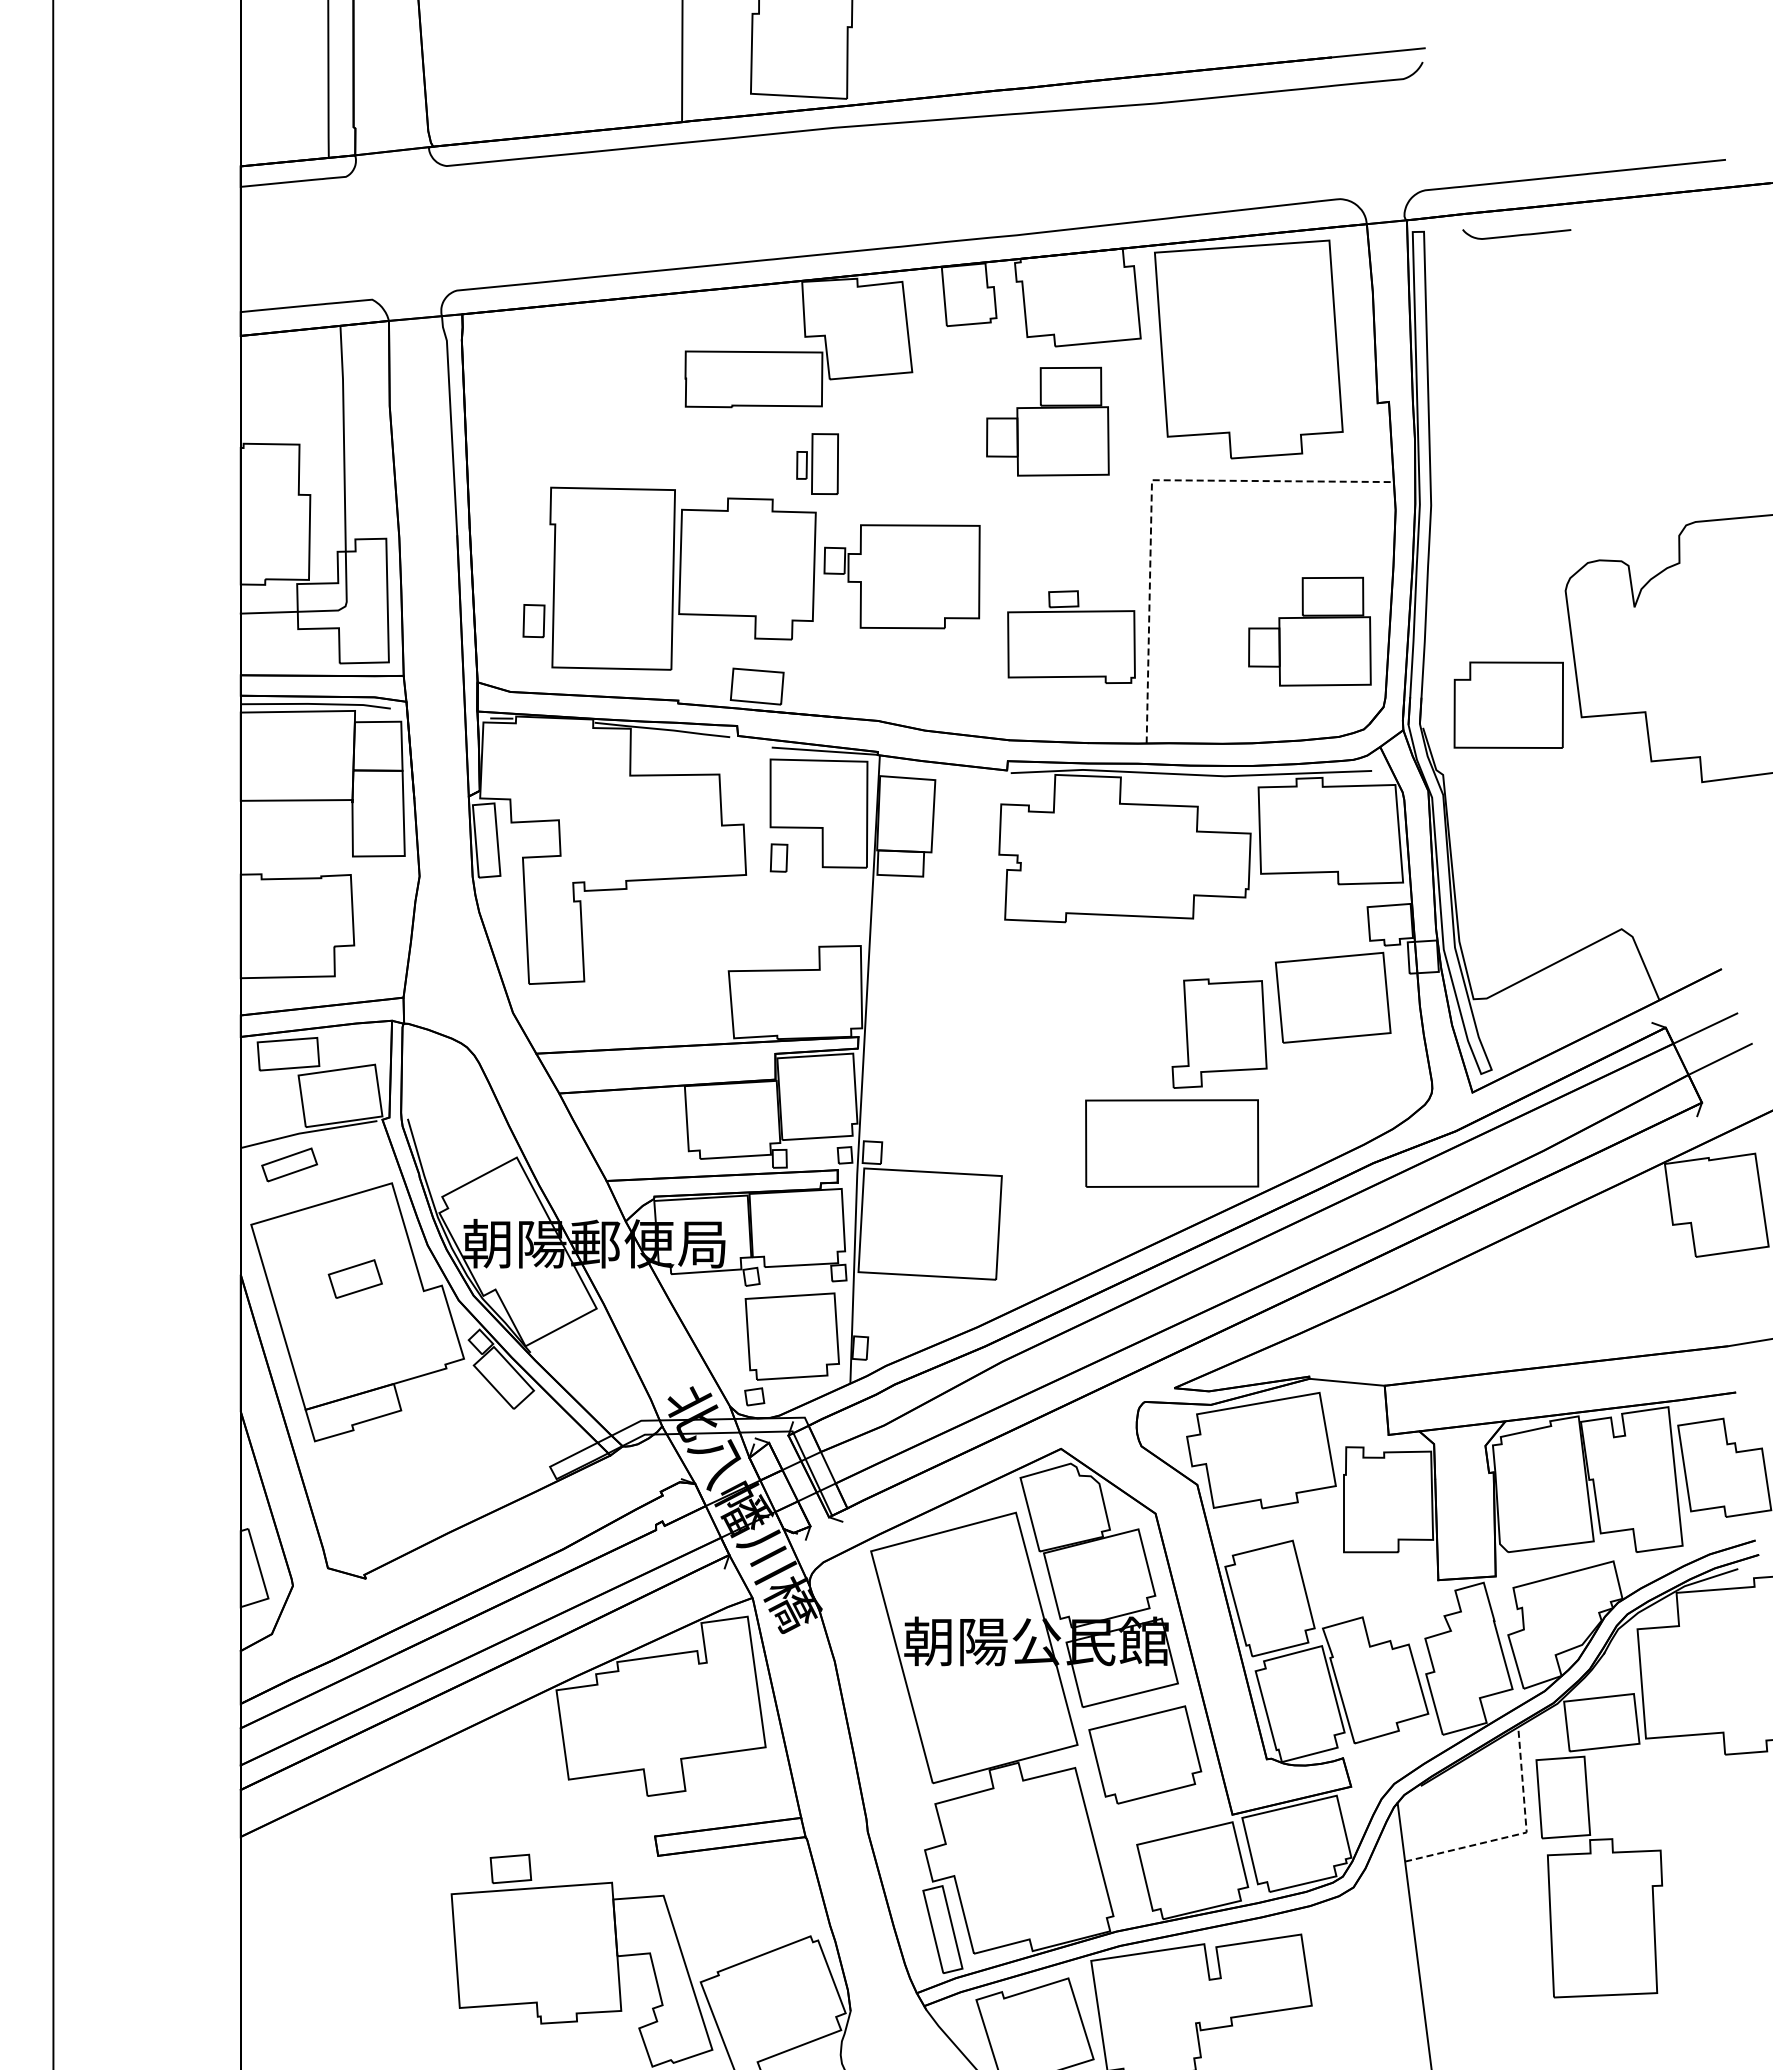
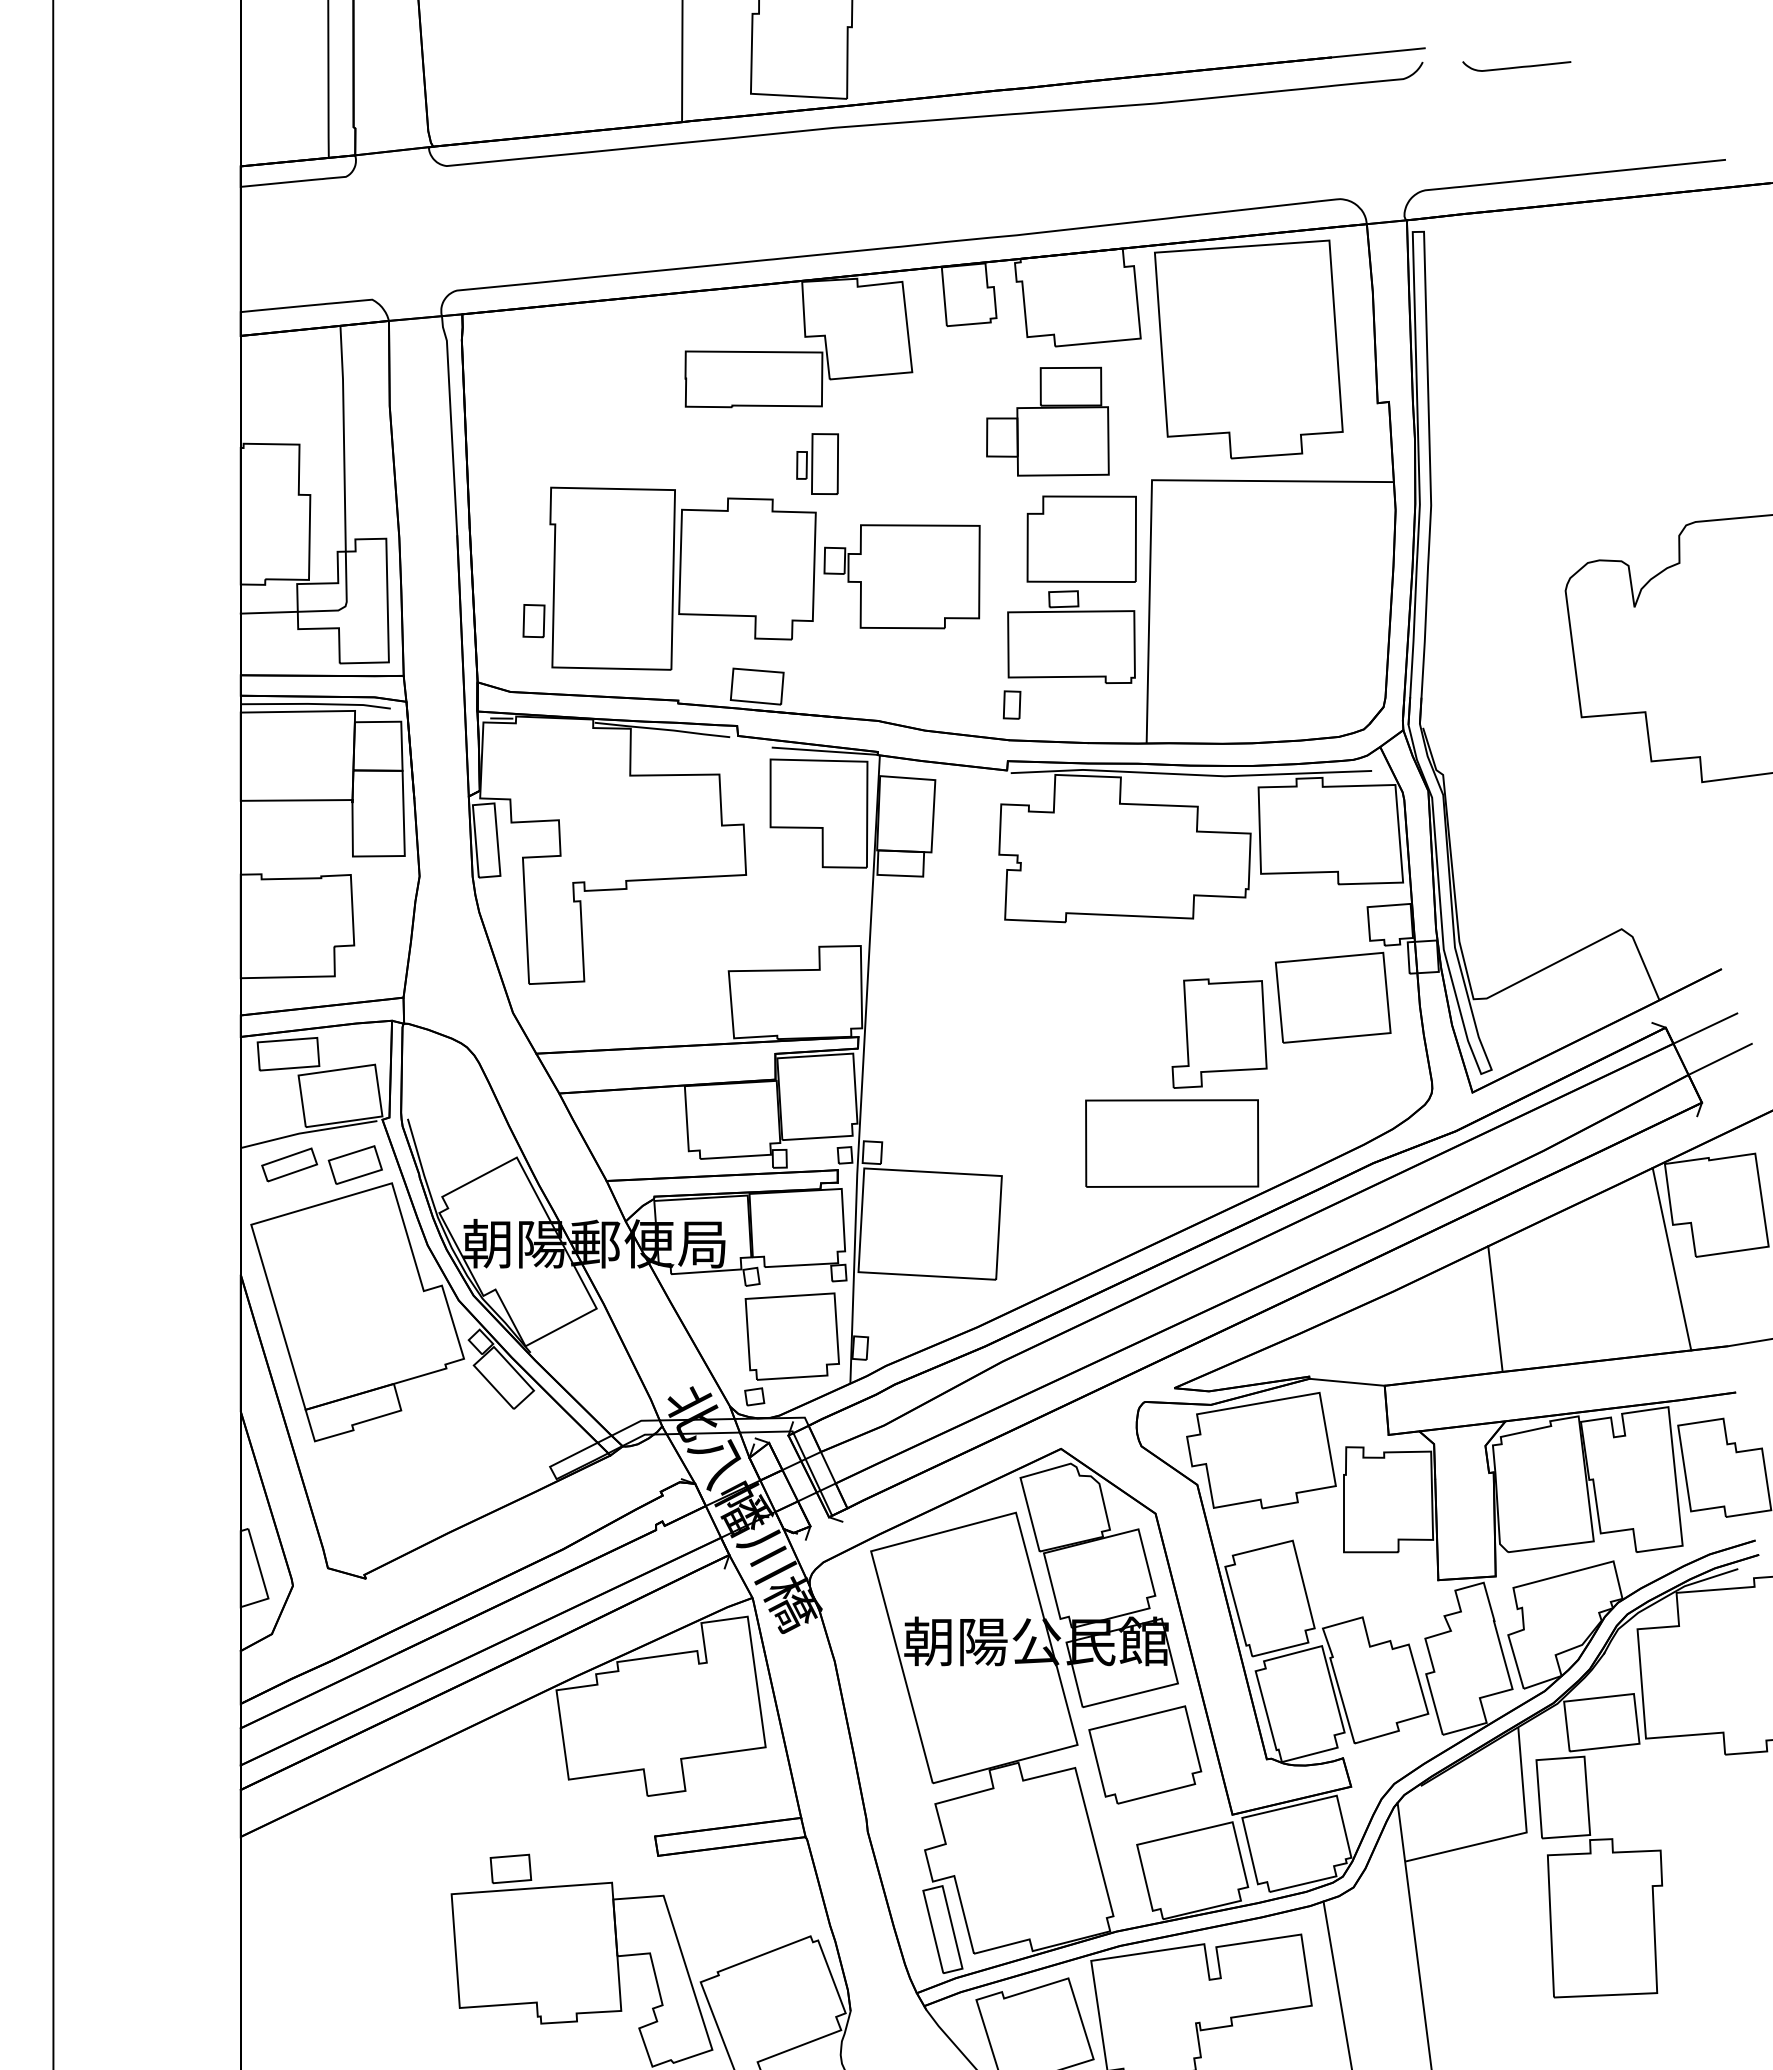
curve at (1516, 234) position: (1516, 234) -> (1516, 66)
line at (1151, 490): dashed -> solid
part at (1309, 631): present -> none
part at (1508, 704) position: (1508, 704) -> (1081, 538)
part at (778, 857) position: (778, 857) -> (1011, 704)
line at (1671, 1259): none -> present
part at (354, 1278) position: (354, 1278) -> (354, 1164)
line at (1495, 1308): none -> present
line at (1518, 1834): dashed -> solid
line at (1337, 1983): none -> present
